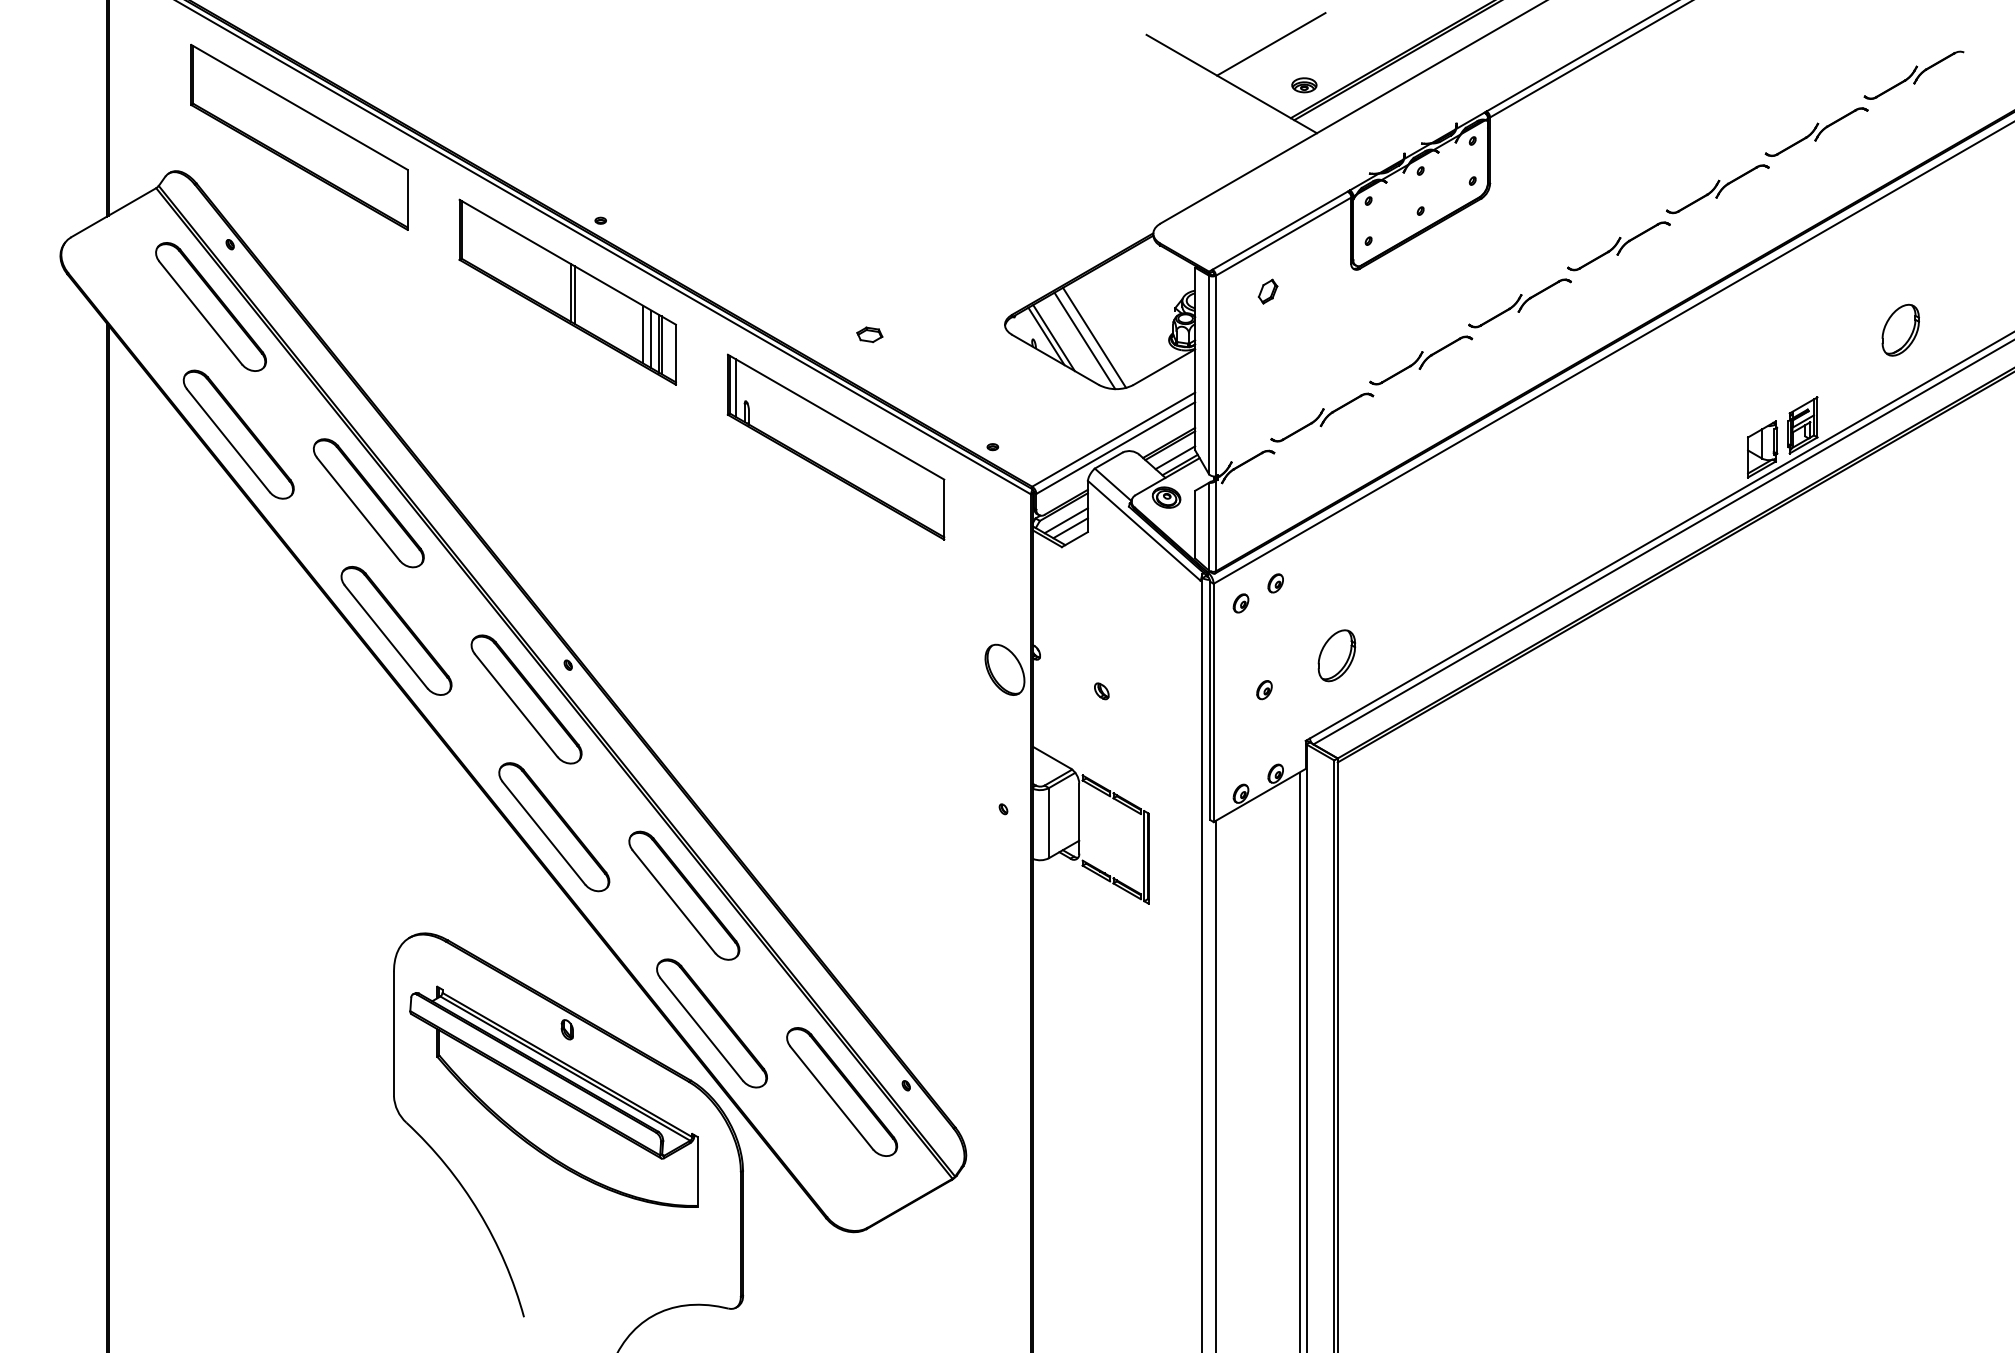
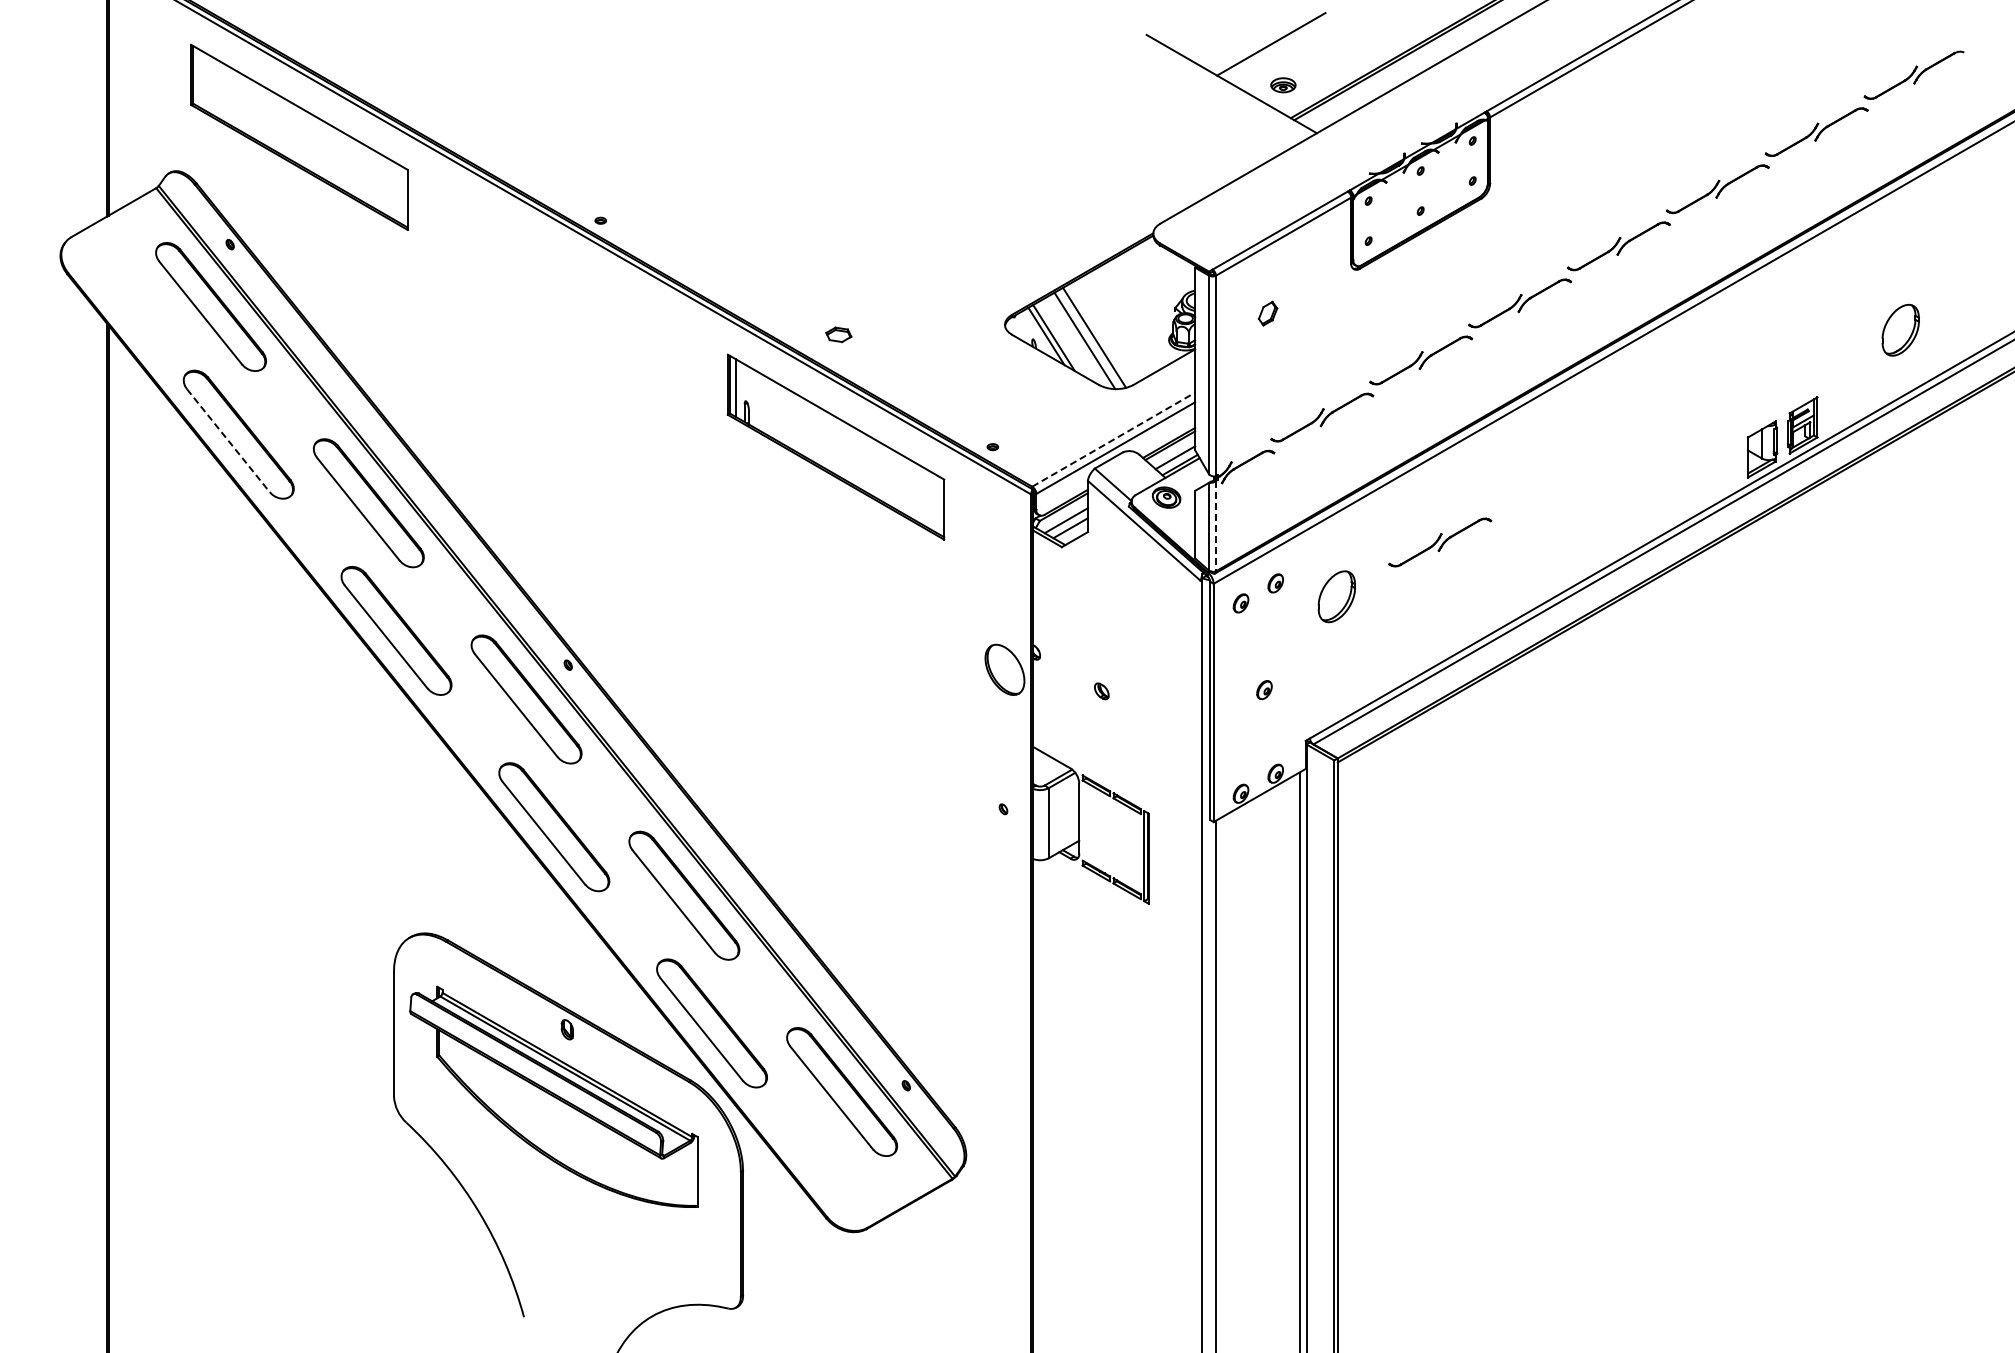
part at (1304, 85) position: (1304, 85) -> (1283, 85)
part at (567, 291): present -> none
part at (1267, 291) position: (1267, 291) -> (1267, 313)
part at (869, 334) position: (869, 334) -> (838, 334)
line at (1114, 439): solid -> dashed
line at (228, 440): solid -> dashed
line at (1216, 526): solid -> dashed
part at (1440, 542): none -> present
part at (1336, 655) position: (1336, 655) -> (1336, 596)
